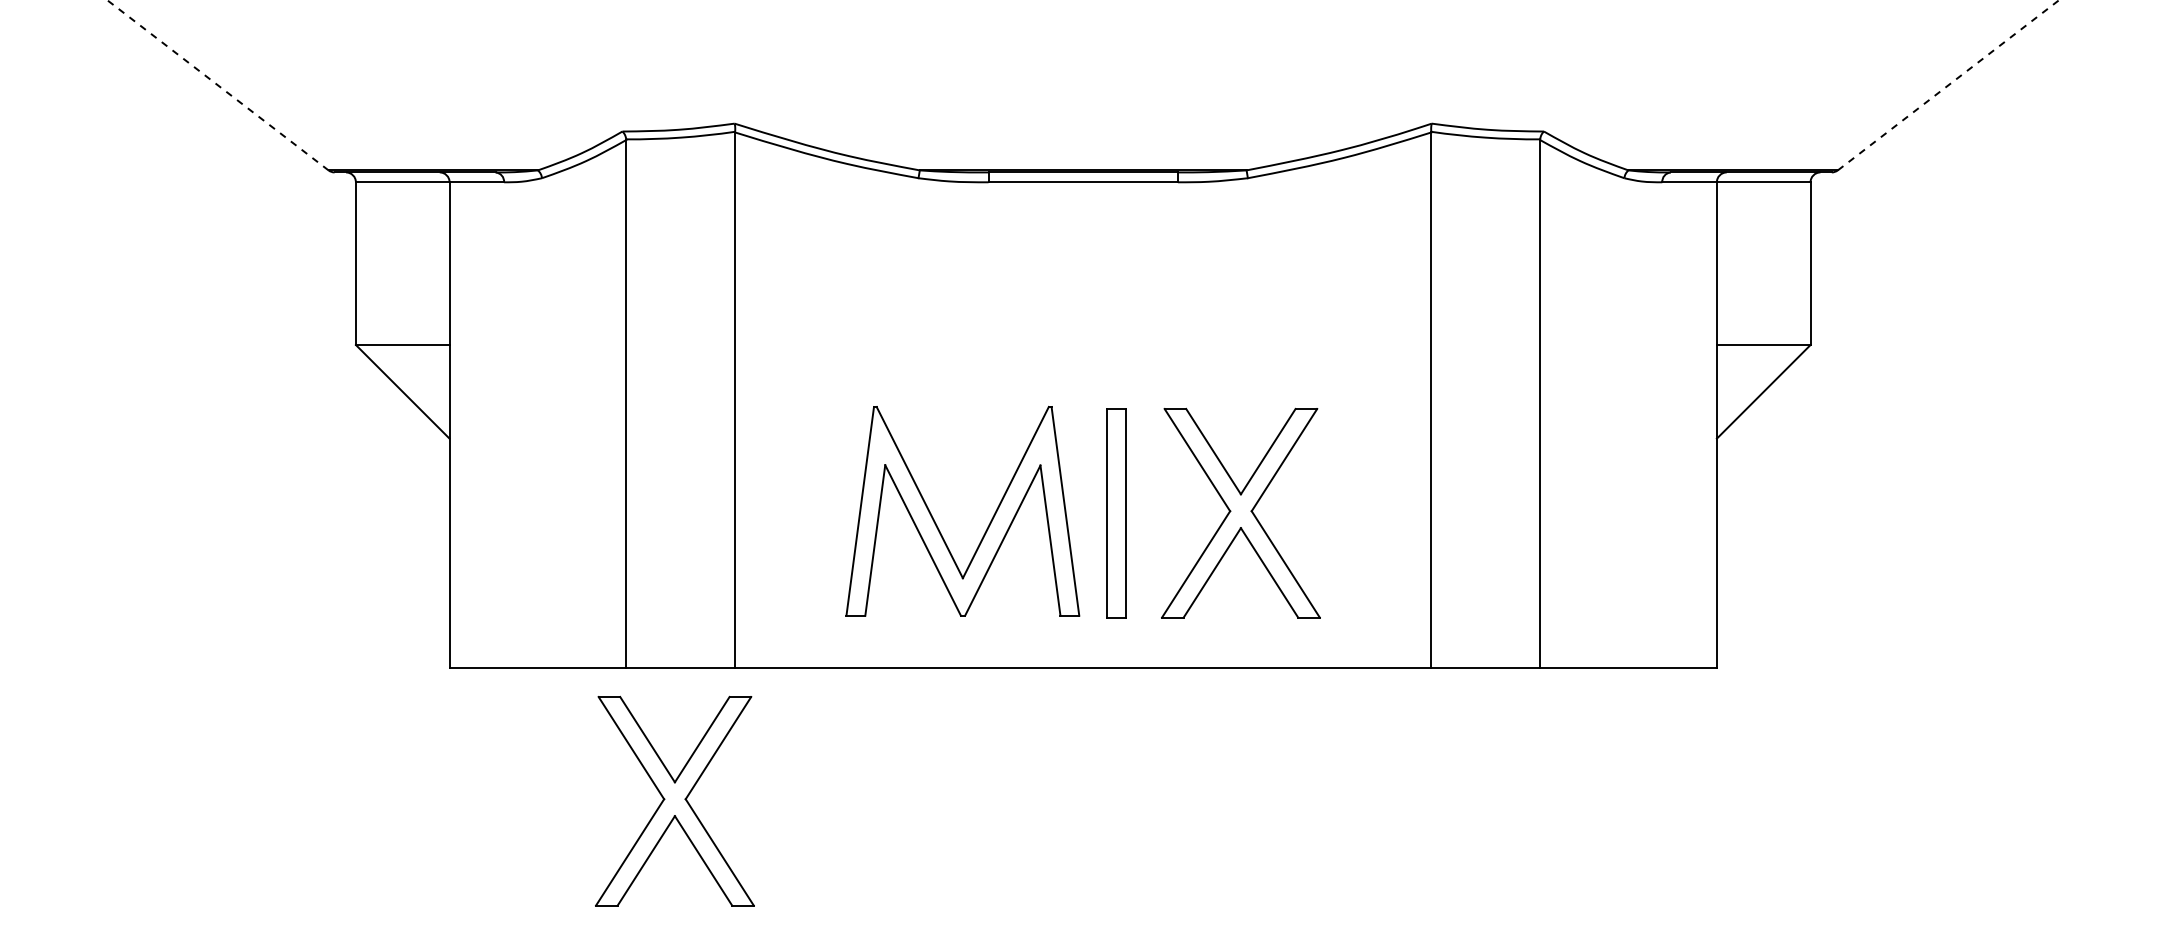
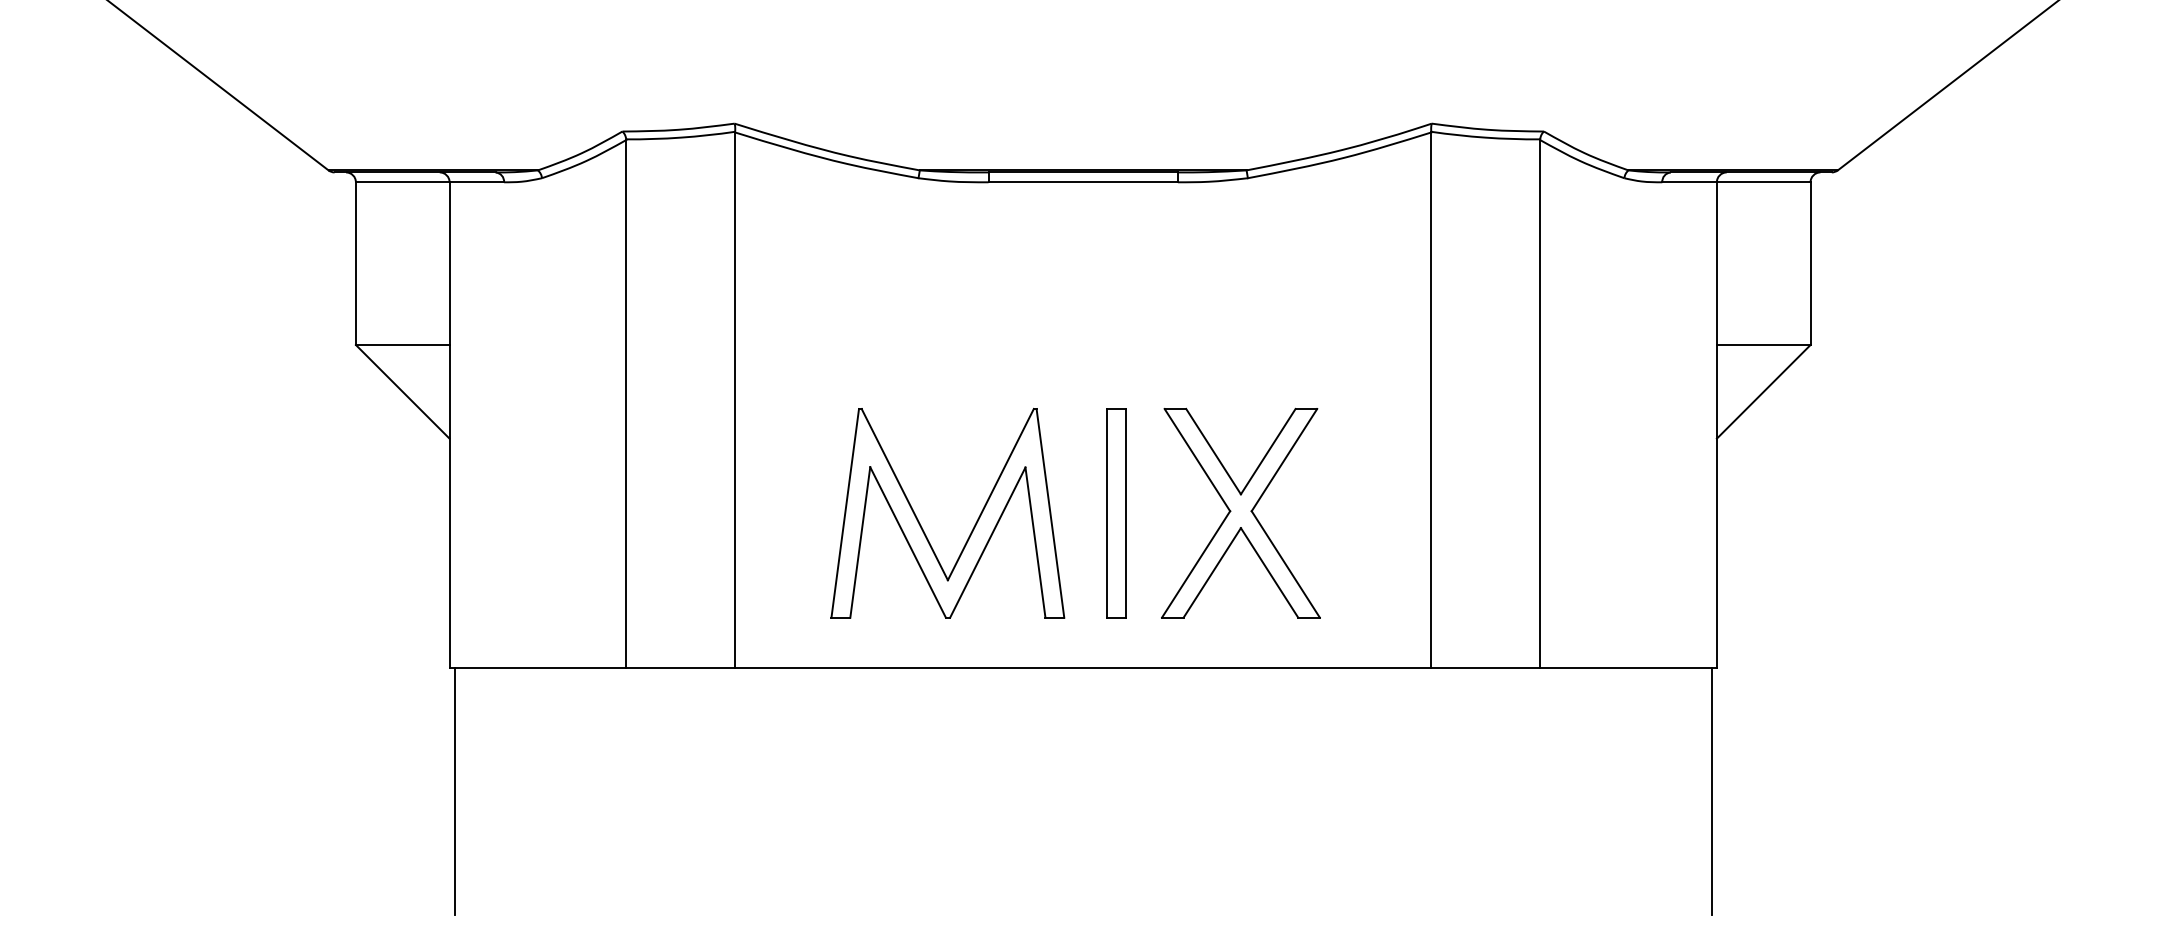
line at (218, 85): dashed -> solid
line at (1948, 85): dashed -> solid
part at (936, 523) position: (936, 523) -> (921, 525)
line at (454, 790): none -> present
line at (1711, 790): none -> present
part at (674, 800): present -> none
